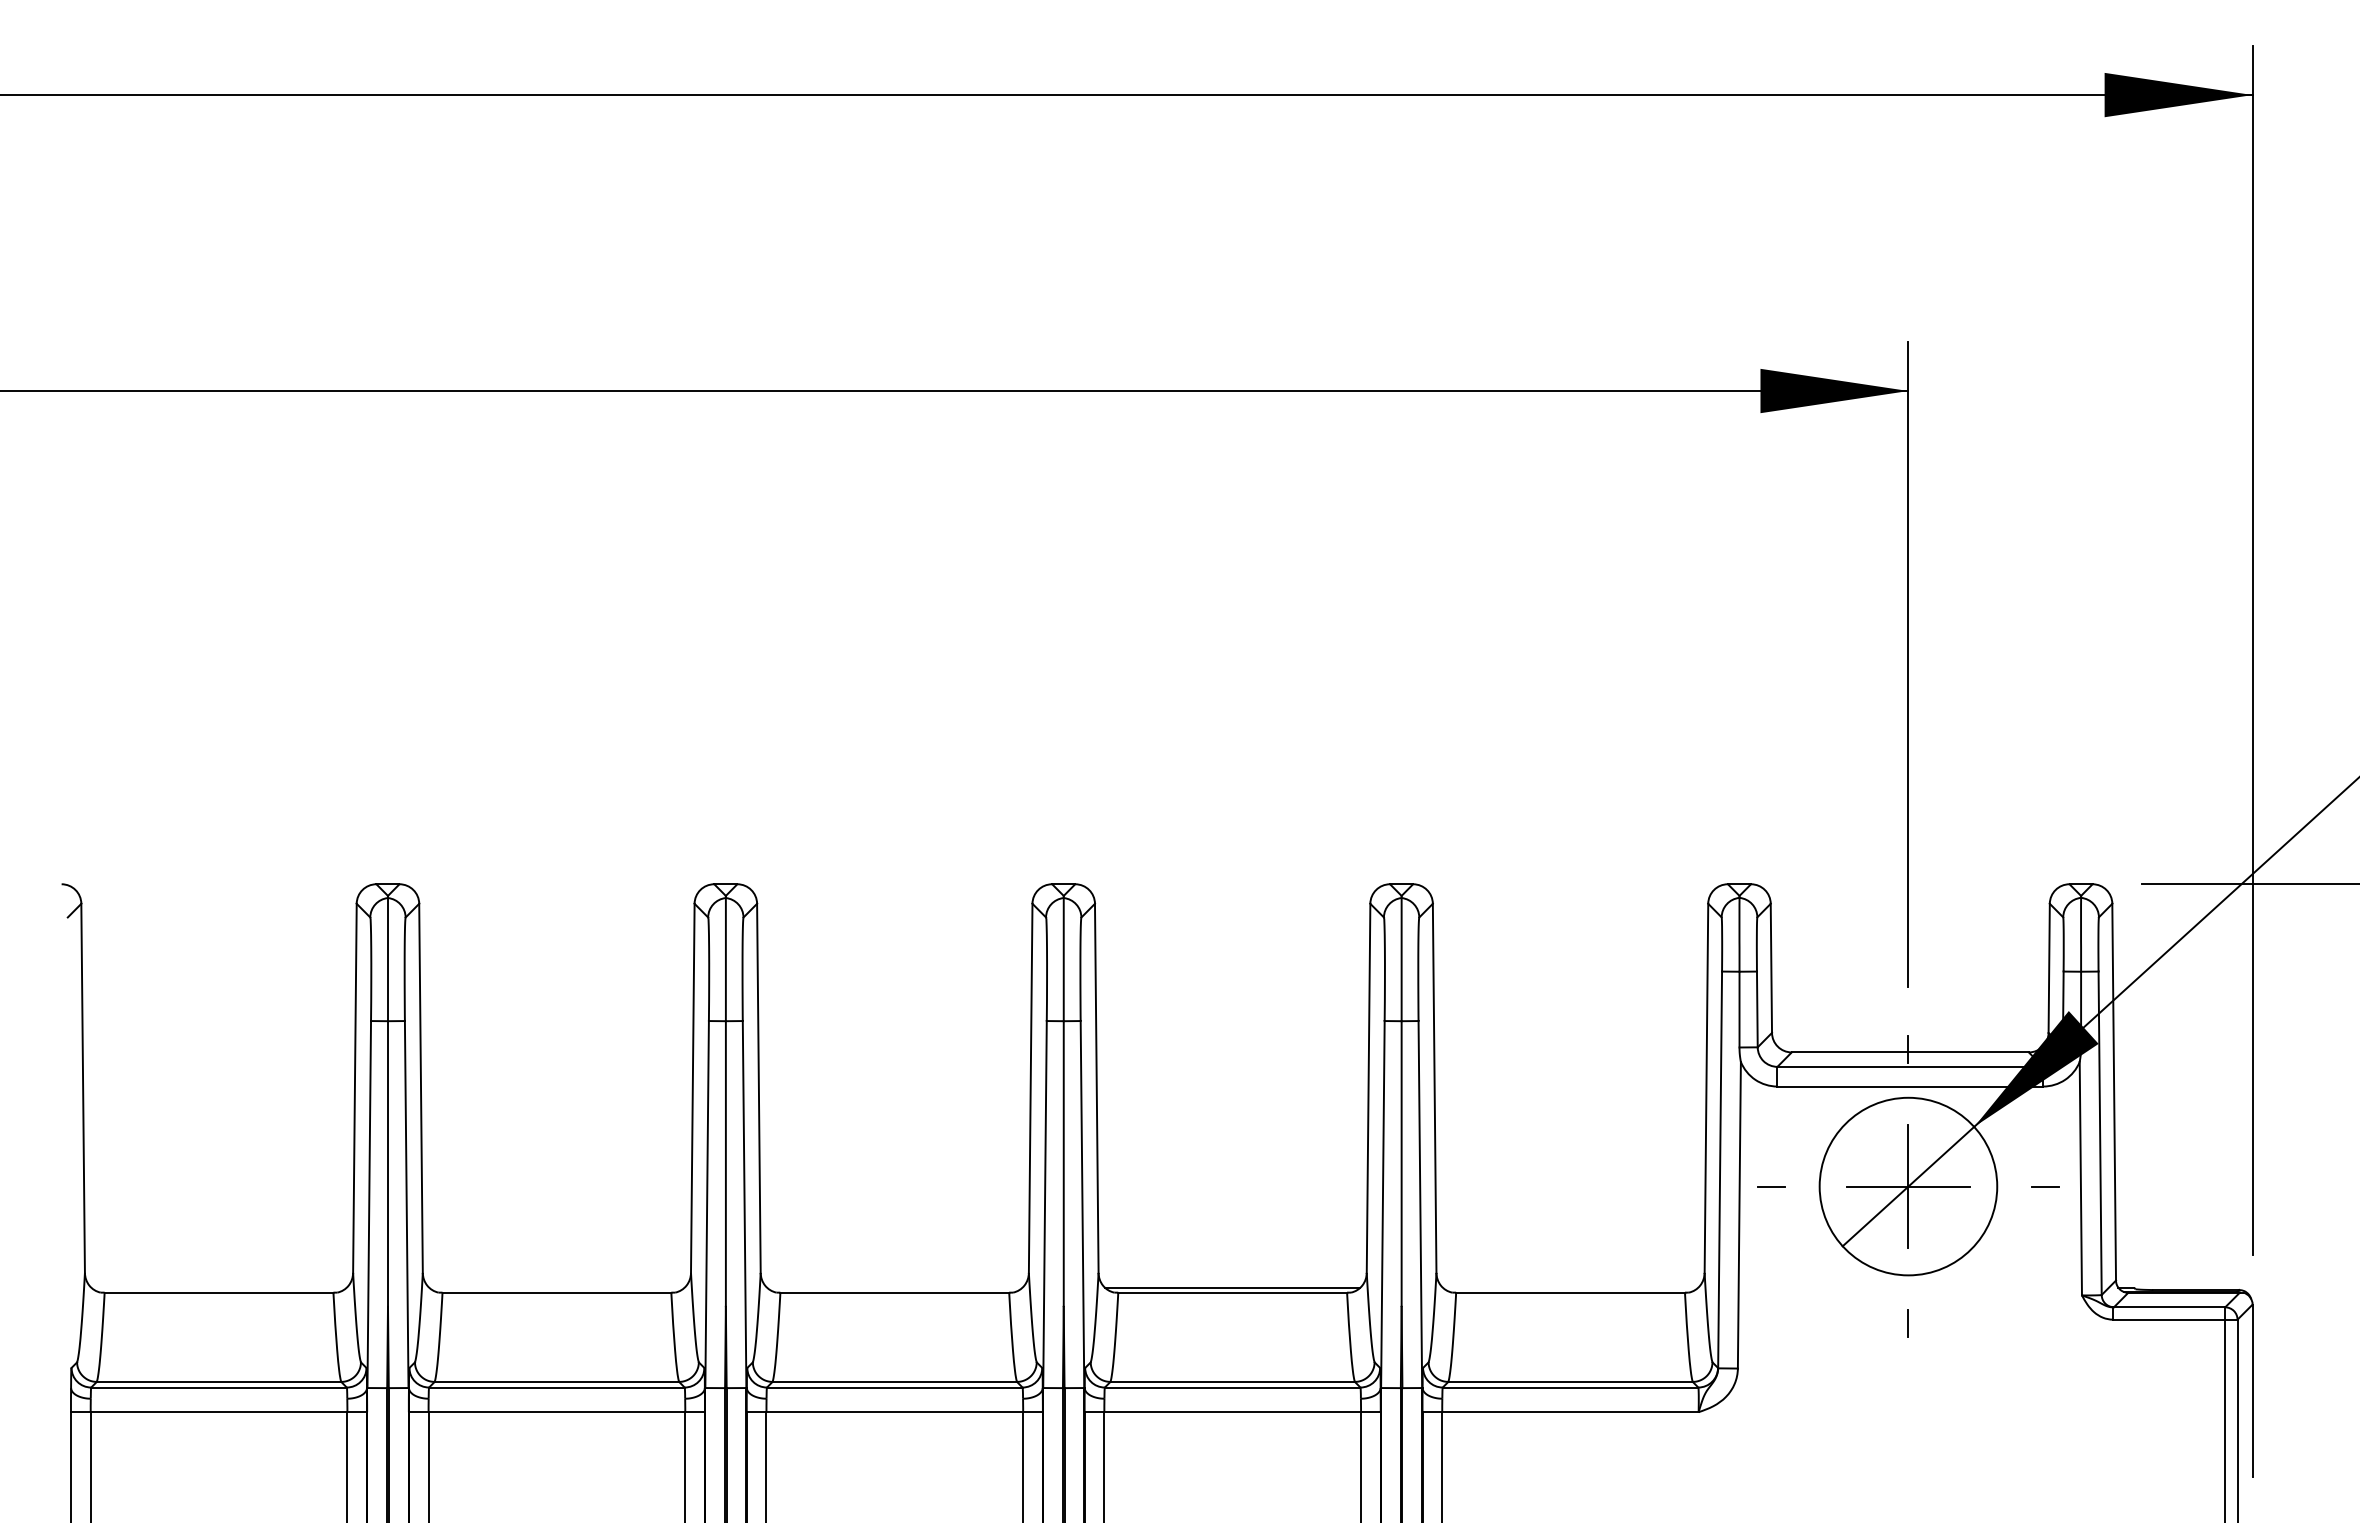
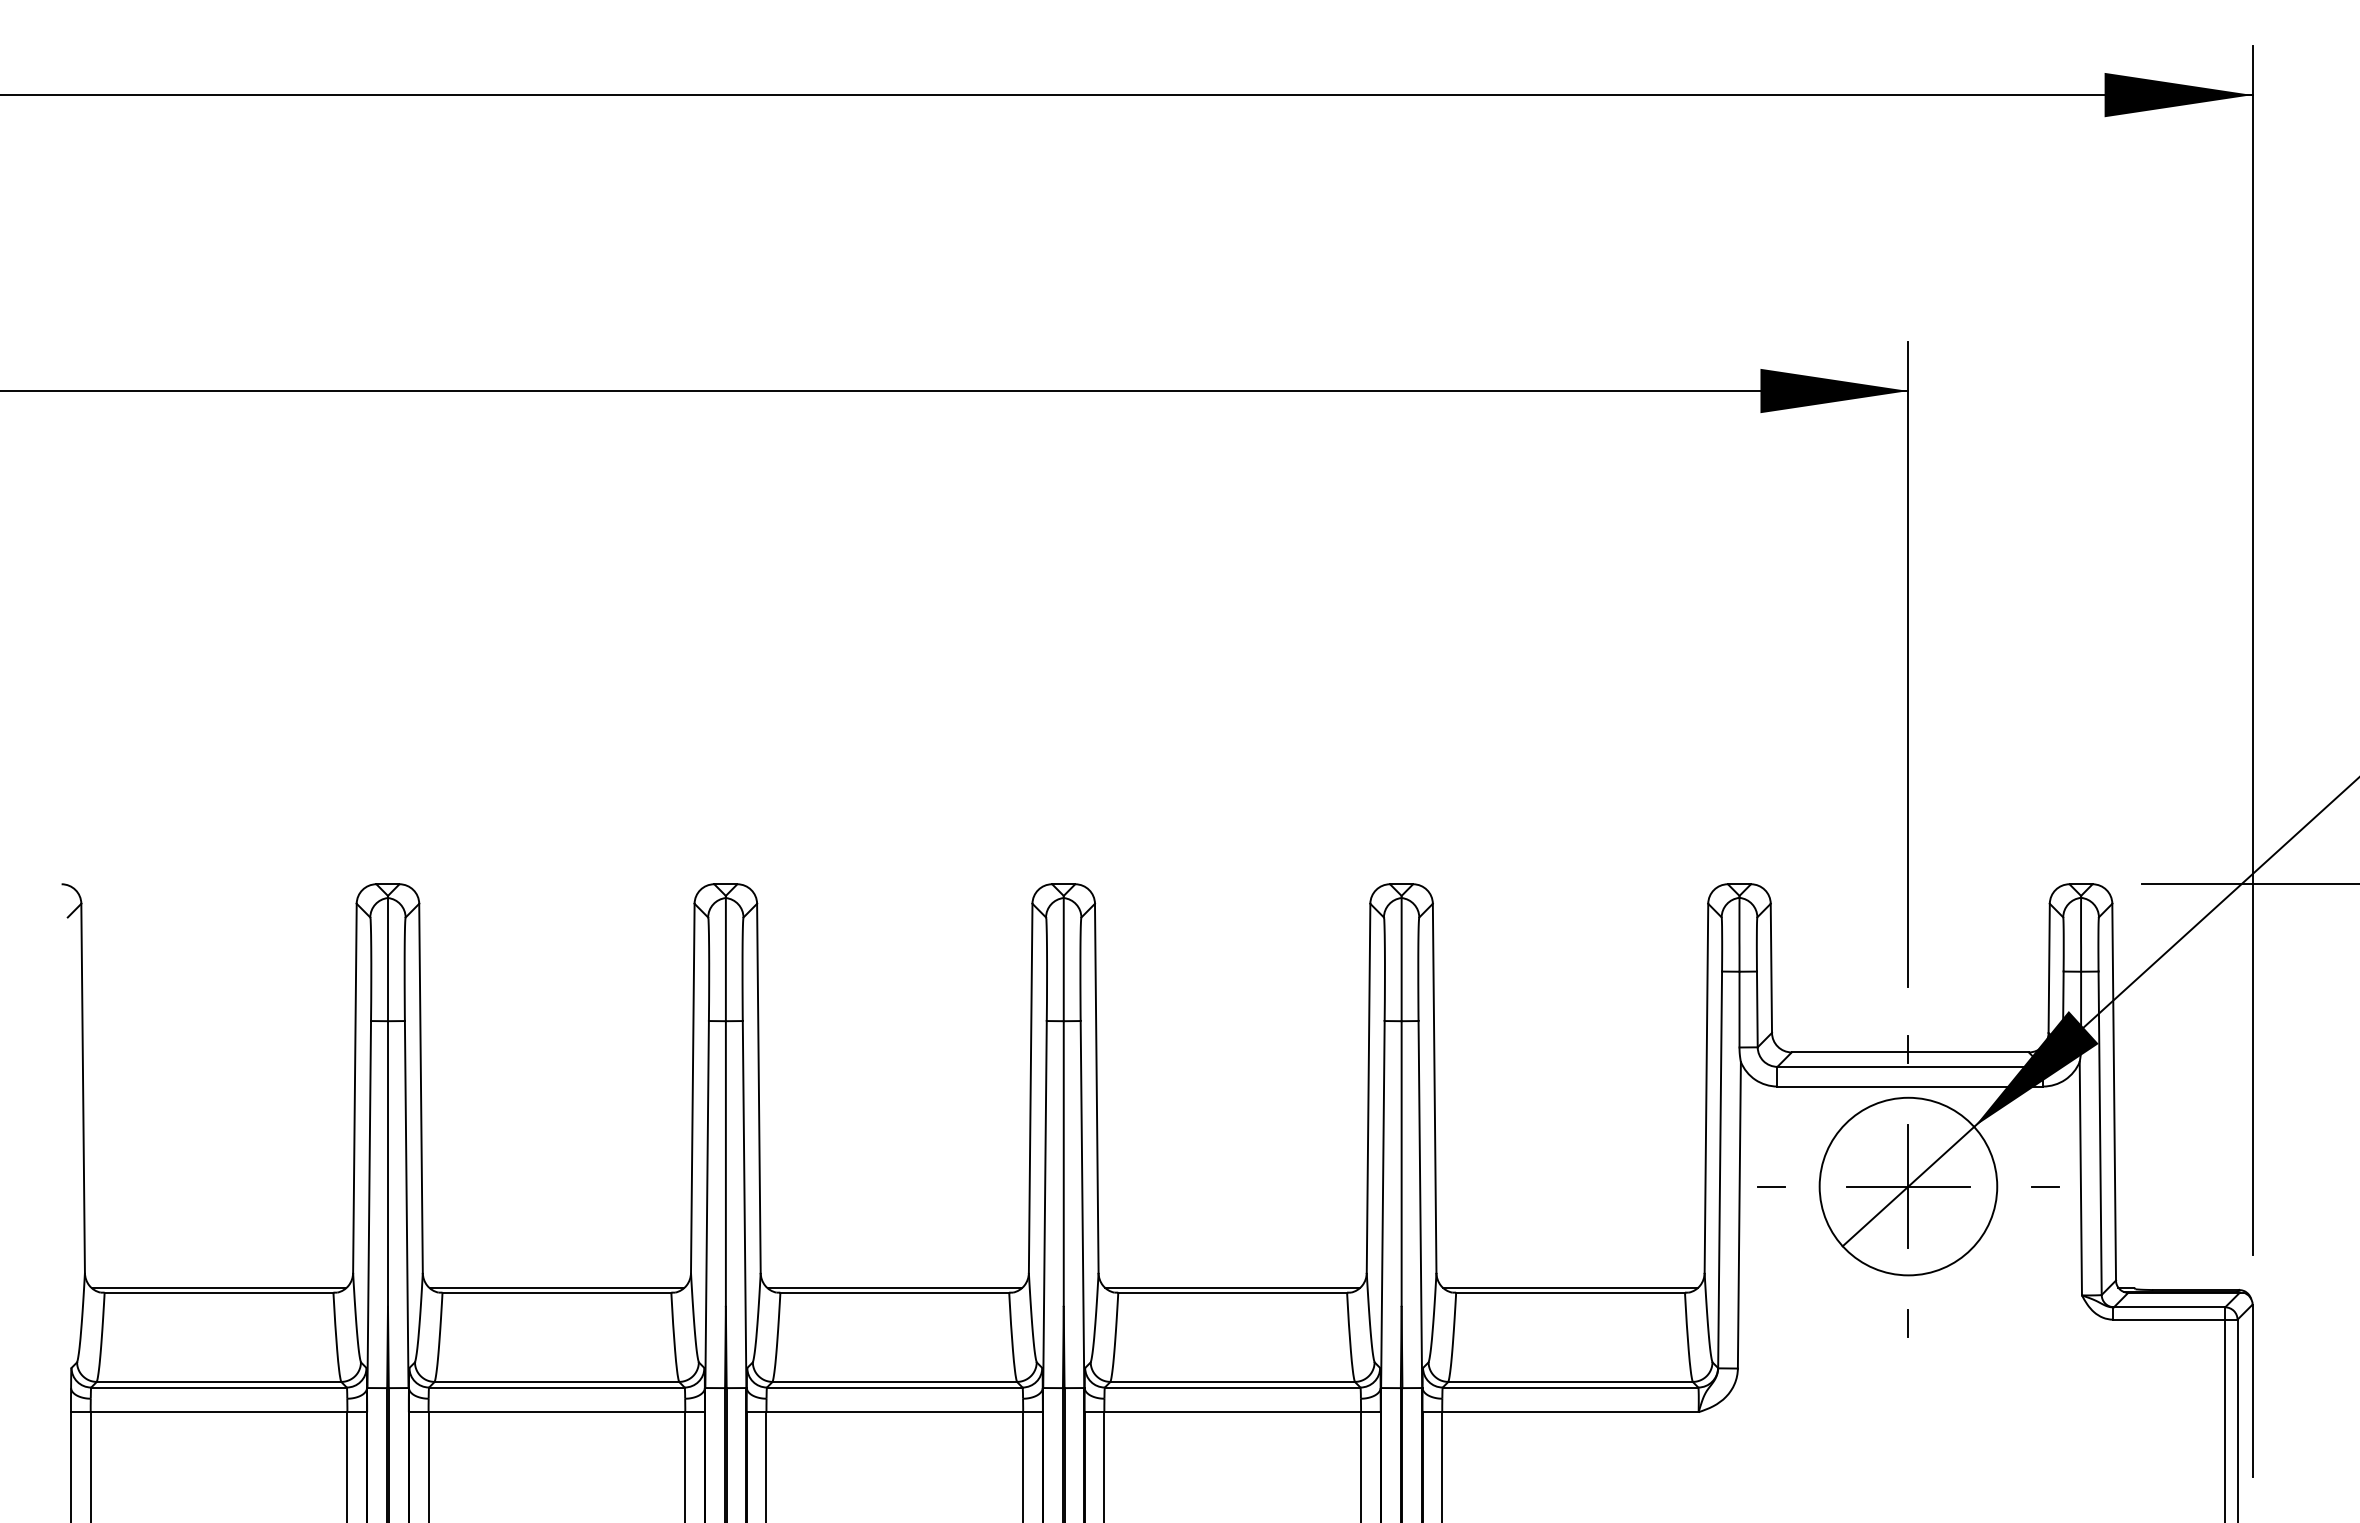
line at (218, 1287): none -> present
line at (556, 1287): none -> present
line at (894, 1287): none -> present
line at (1570, 1287): none -> present
